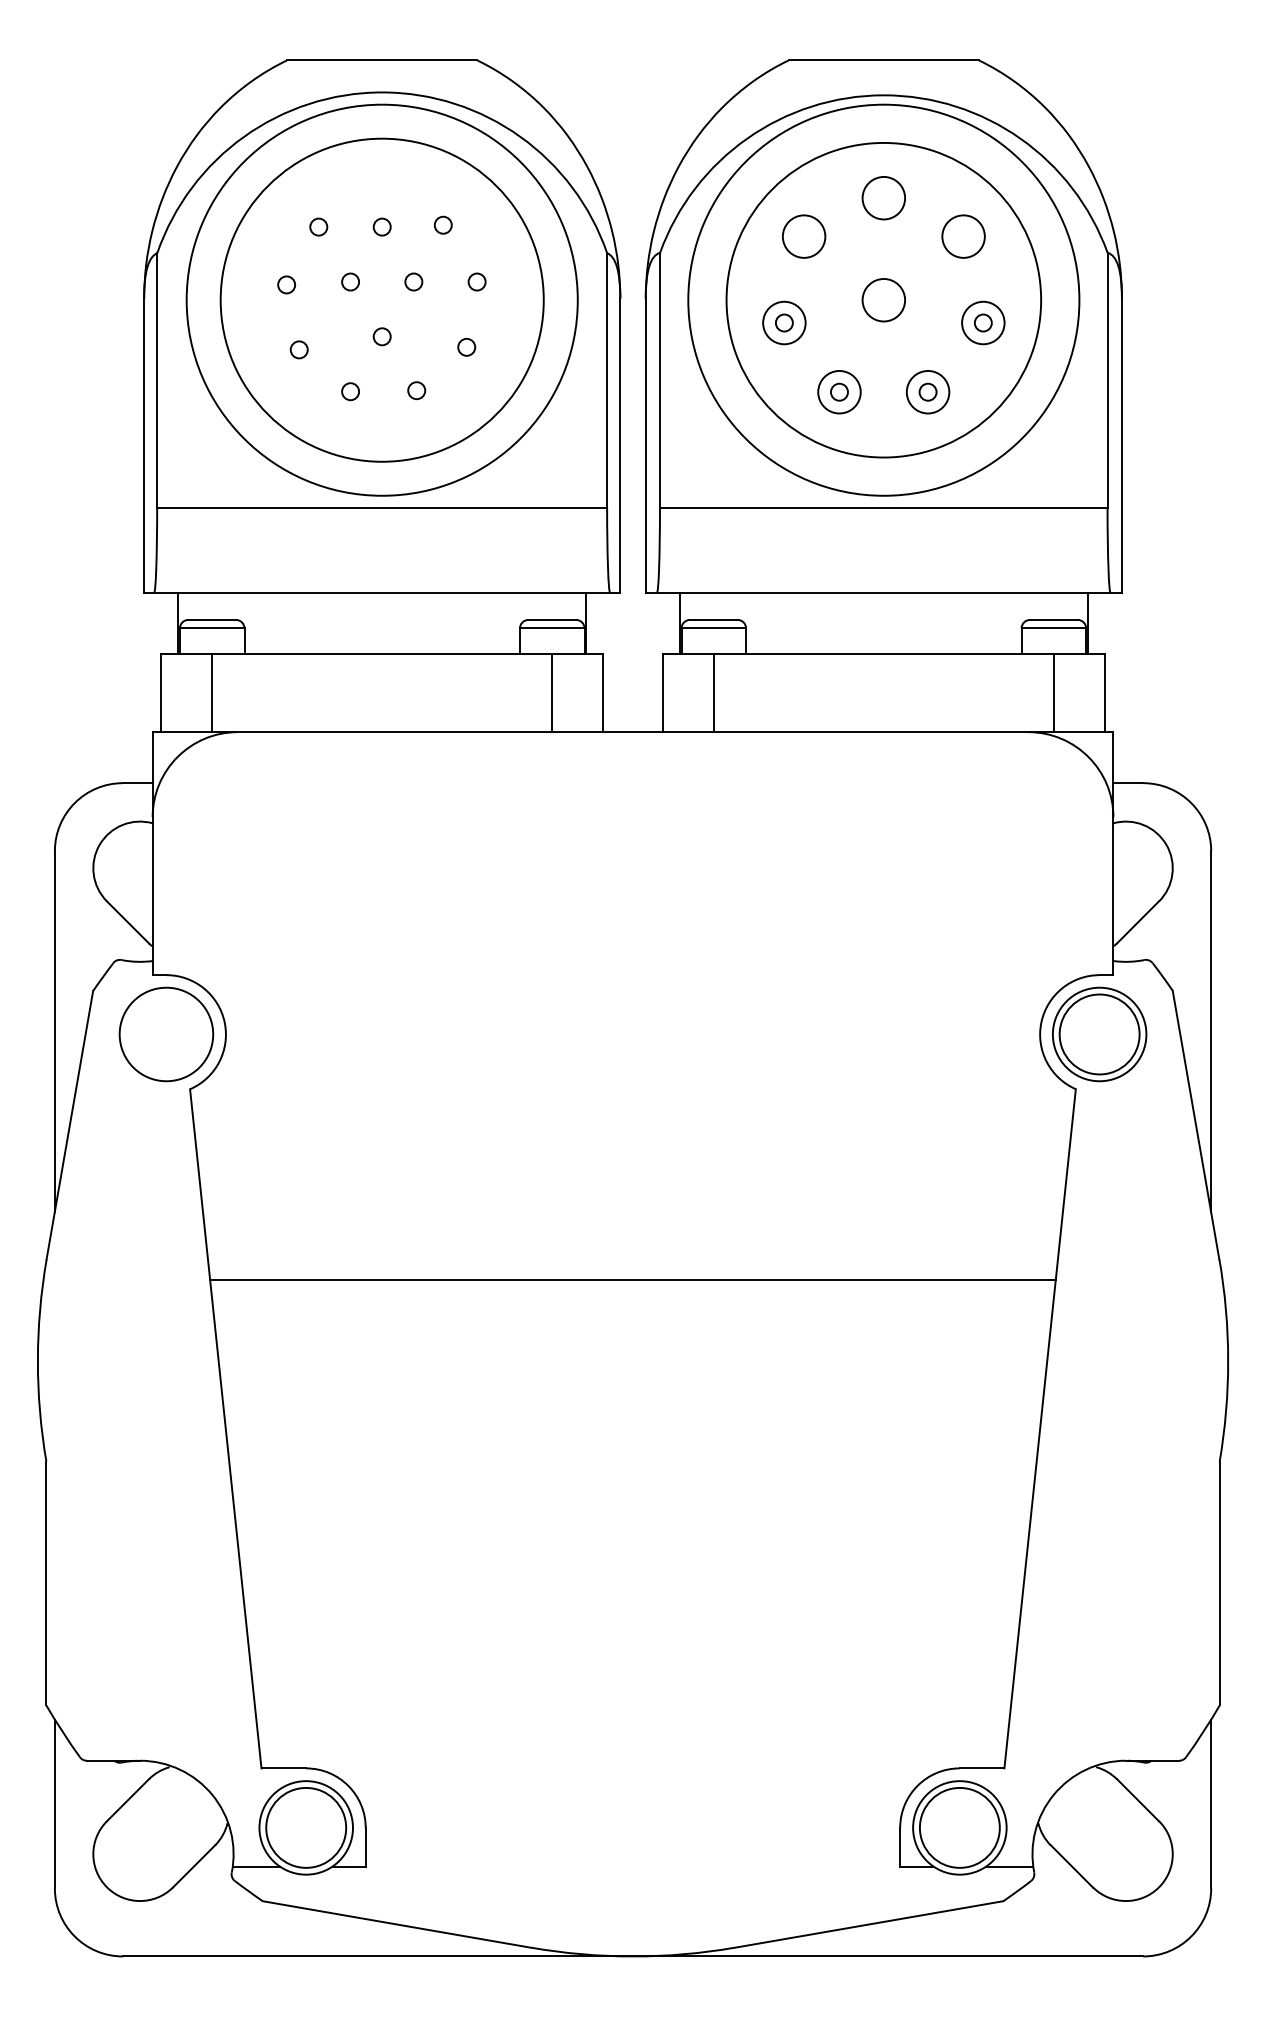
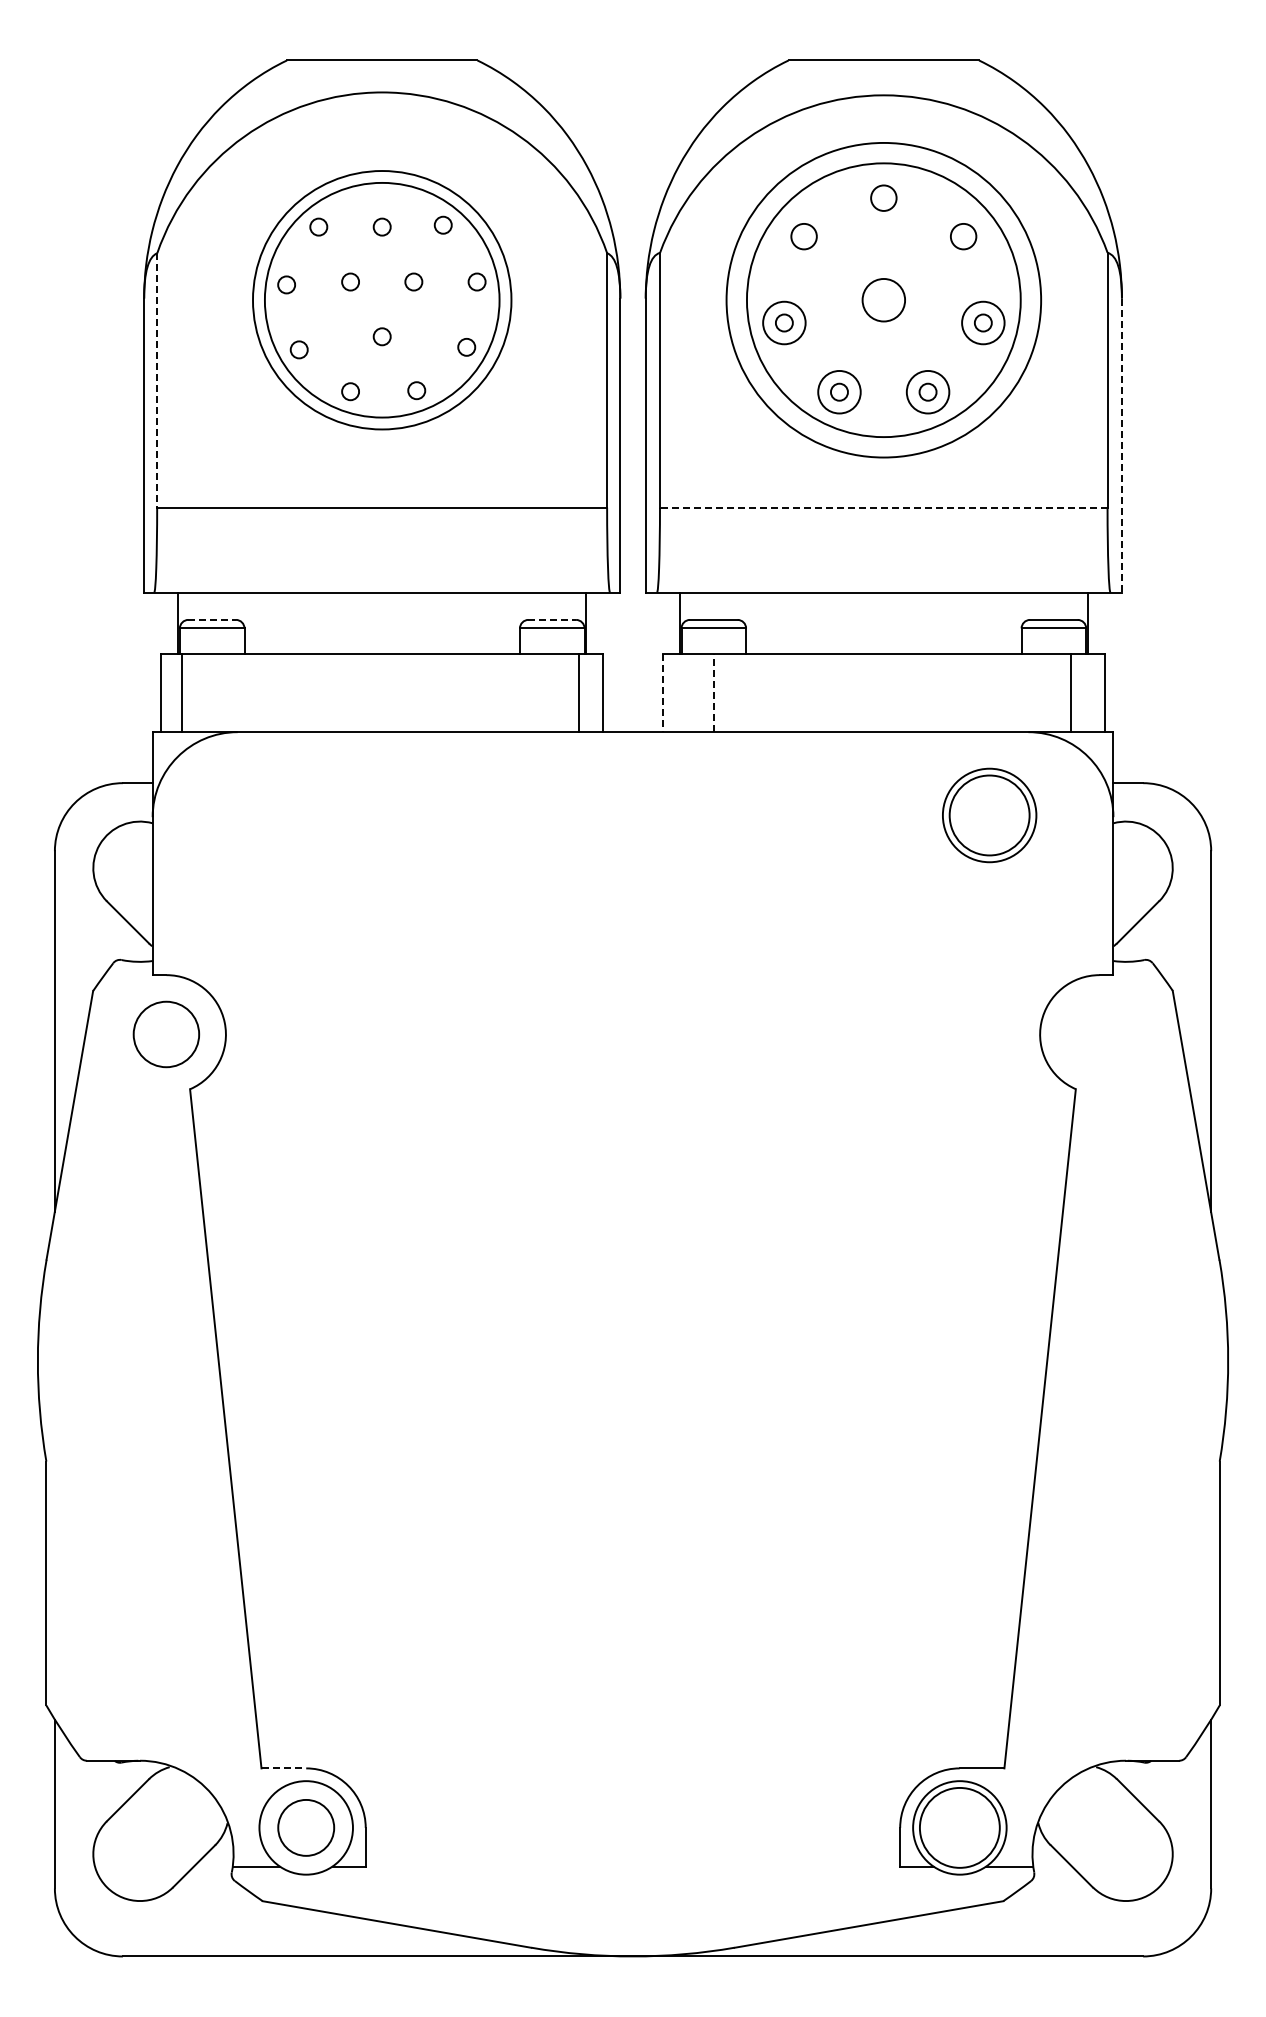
circle at (883, 197) diameter: 43 px -> 26 px
circle at (803, 236) diameter: 43 px -> 26 px
circle at (963, 236) diameter: 43 px -> 26 px
circle at (381, 299) diameter: 323 px -> 258 px
circle at (381, 299) diameter: 391 px -> 235 px
circle at (883, 299) diameter: 391 px -> 274 px
line at (157, 381): solid -> dashed
line at (1121, 446): solid -> dashed
line at (883, 507): solid -> dashed
line at (212, 619): solid -> dashed
line at (552, 619): solid -> dashed
line at (212, 692) position: (212, 692) -> (182, 692)
line at (552, 692) position: (552, 692) -> (579, 692)
line at (713, 692): solid -> dashed
line at (1053, 692) position: (1053, 692) -> (1070, 692)
line at (662, 693): solid -> dashed
circle at (166, 1034) diameter: 94 px -> 65 px
part at (1099, 1034) position: (1099, 1034) -> (989, 815)
line at (632, 1279): present -> none
line at (284, 1768): solid -> dashed
circle at (306, 1827) diameter: 80 px -> 56 px
